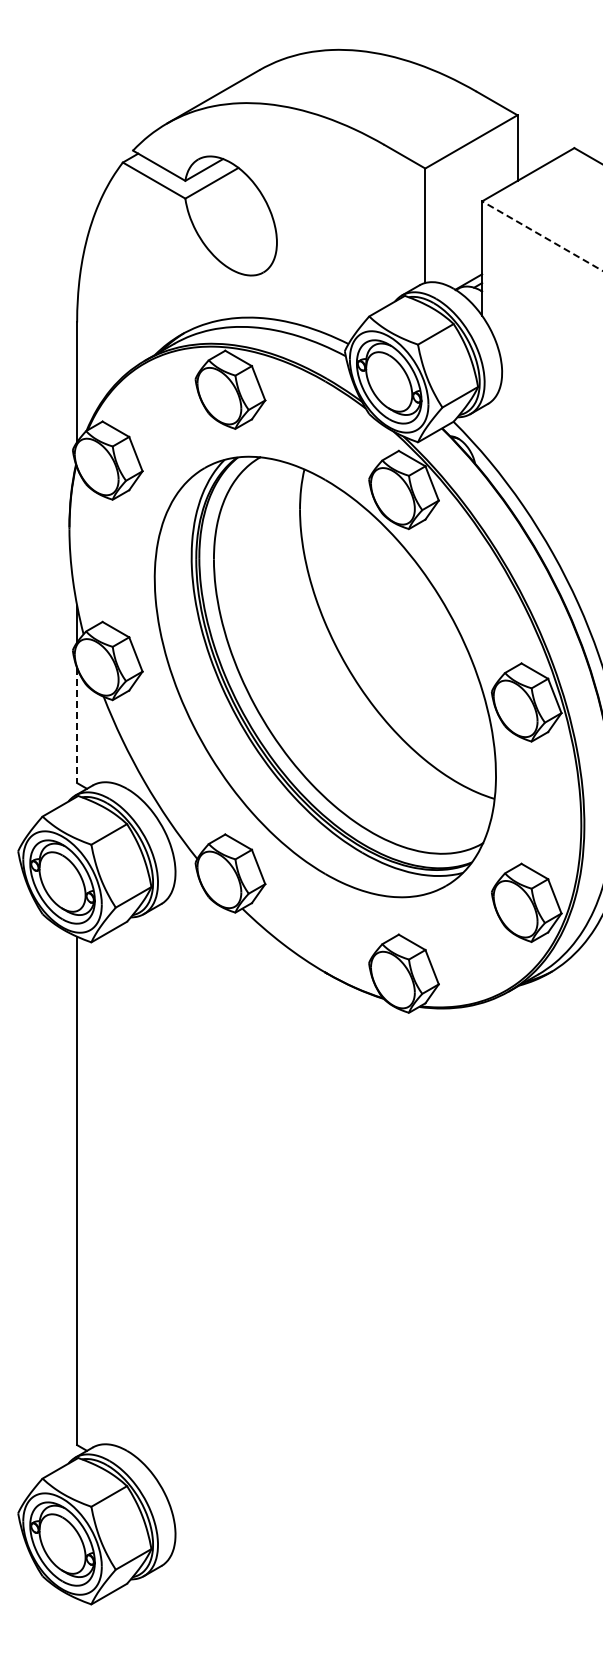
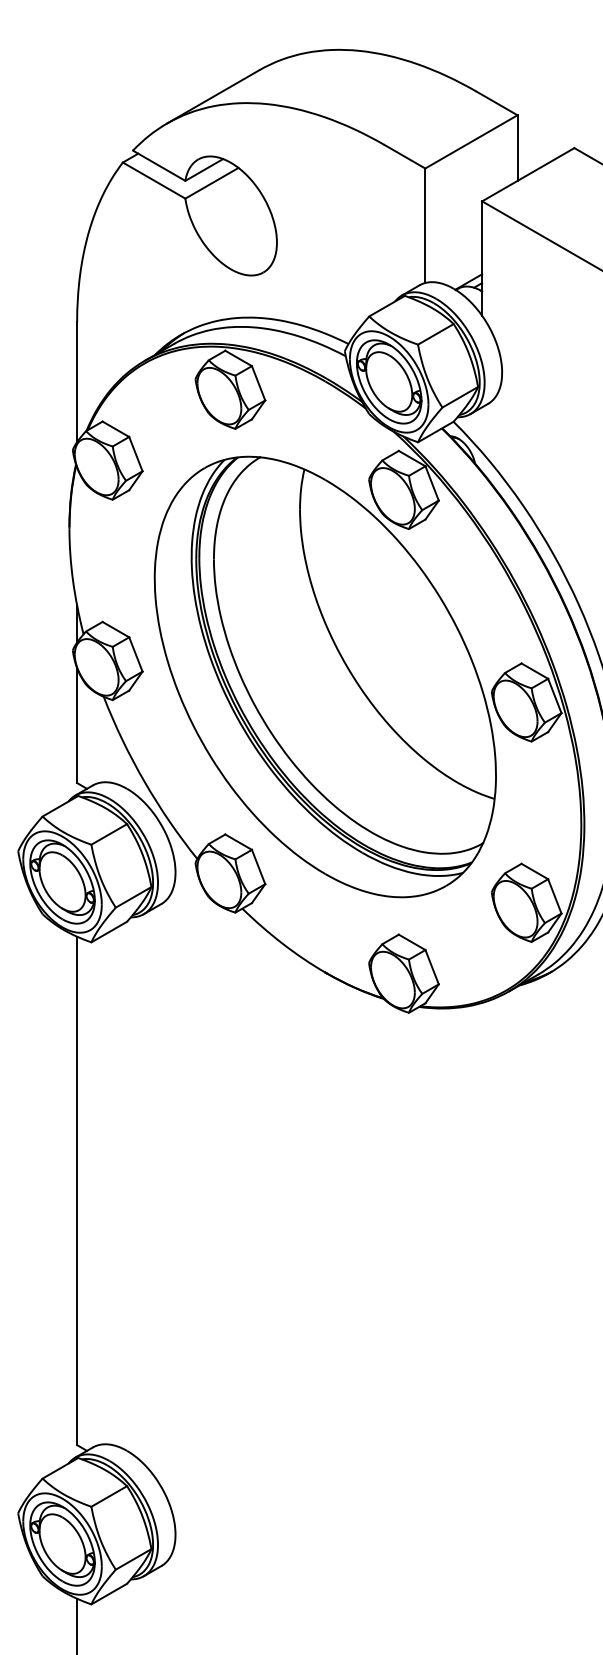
line at (541, 235): dashed -> solid
line at (77, 725): dashed -> solid
line at (77, 1624): none -> present
